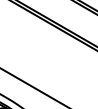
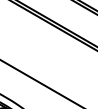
line at (33, 87) position: (33, 87) -> (40, 83)
